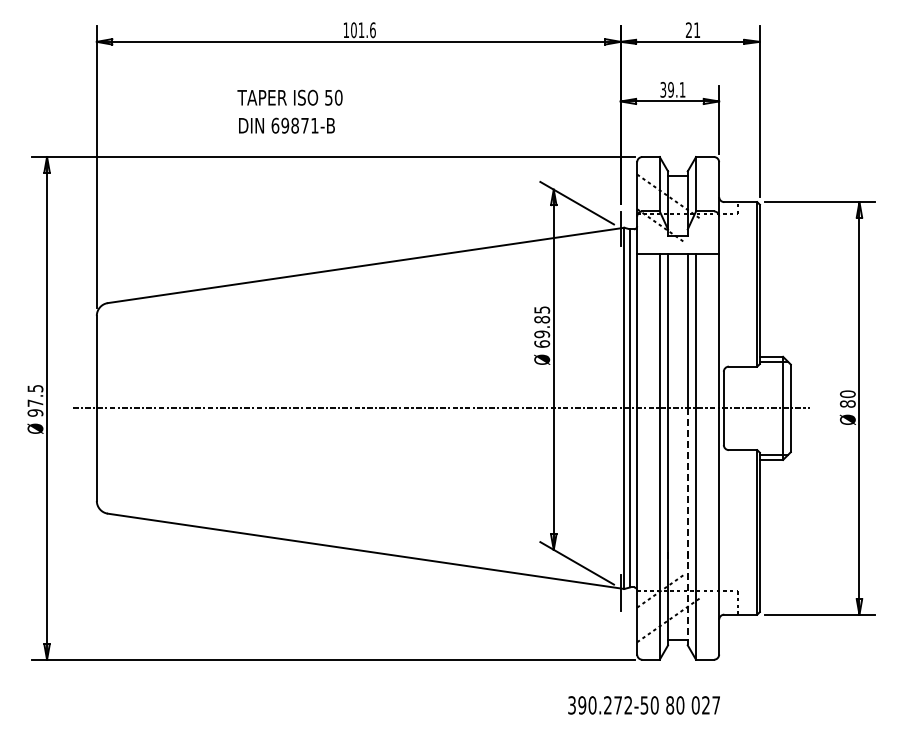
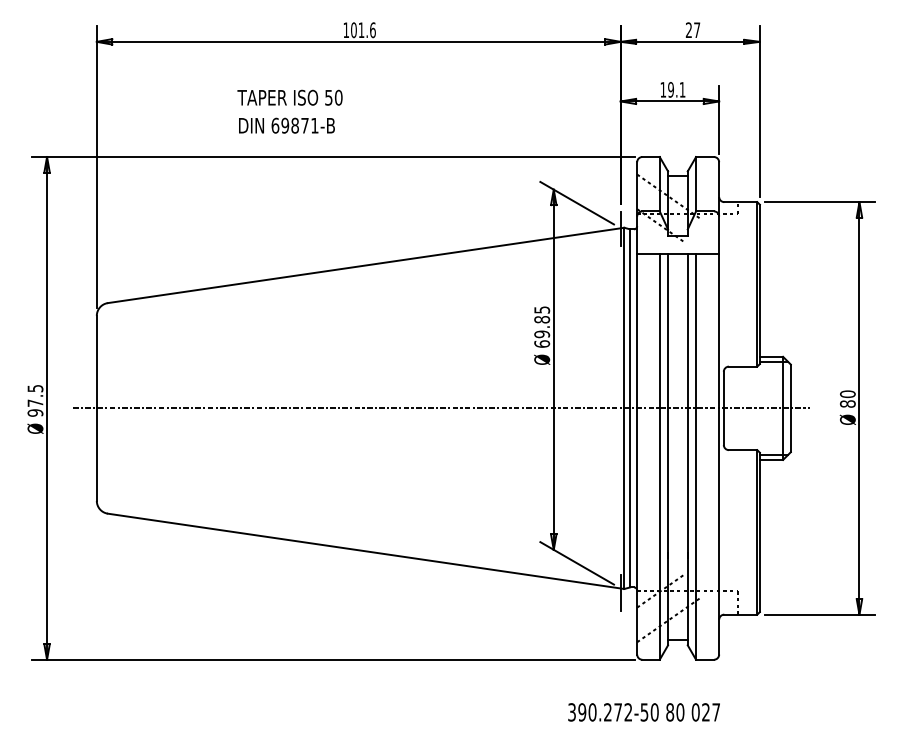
text at (697, 29): 21 -> 27
text at (663, 89): 39.1 -> 19.1
line at (687, 527): dashed -> solid
text at (643, 705) position: (643, 705) -> (643, 712)
